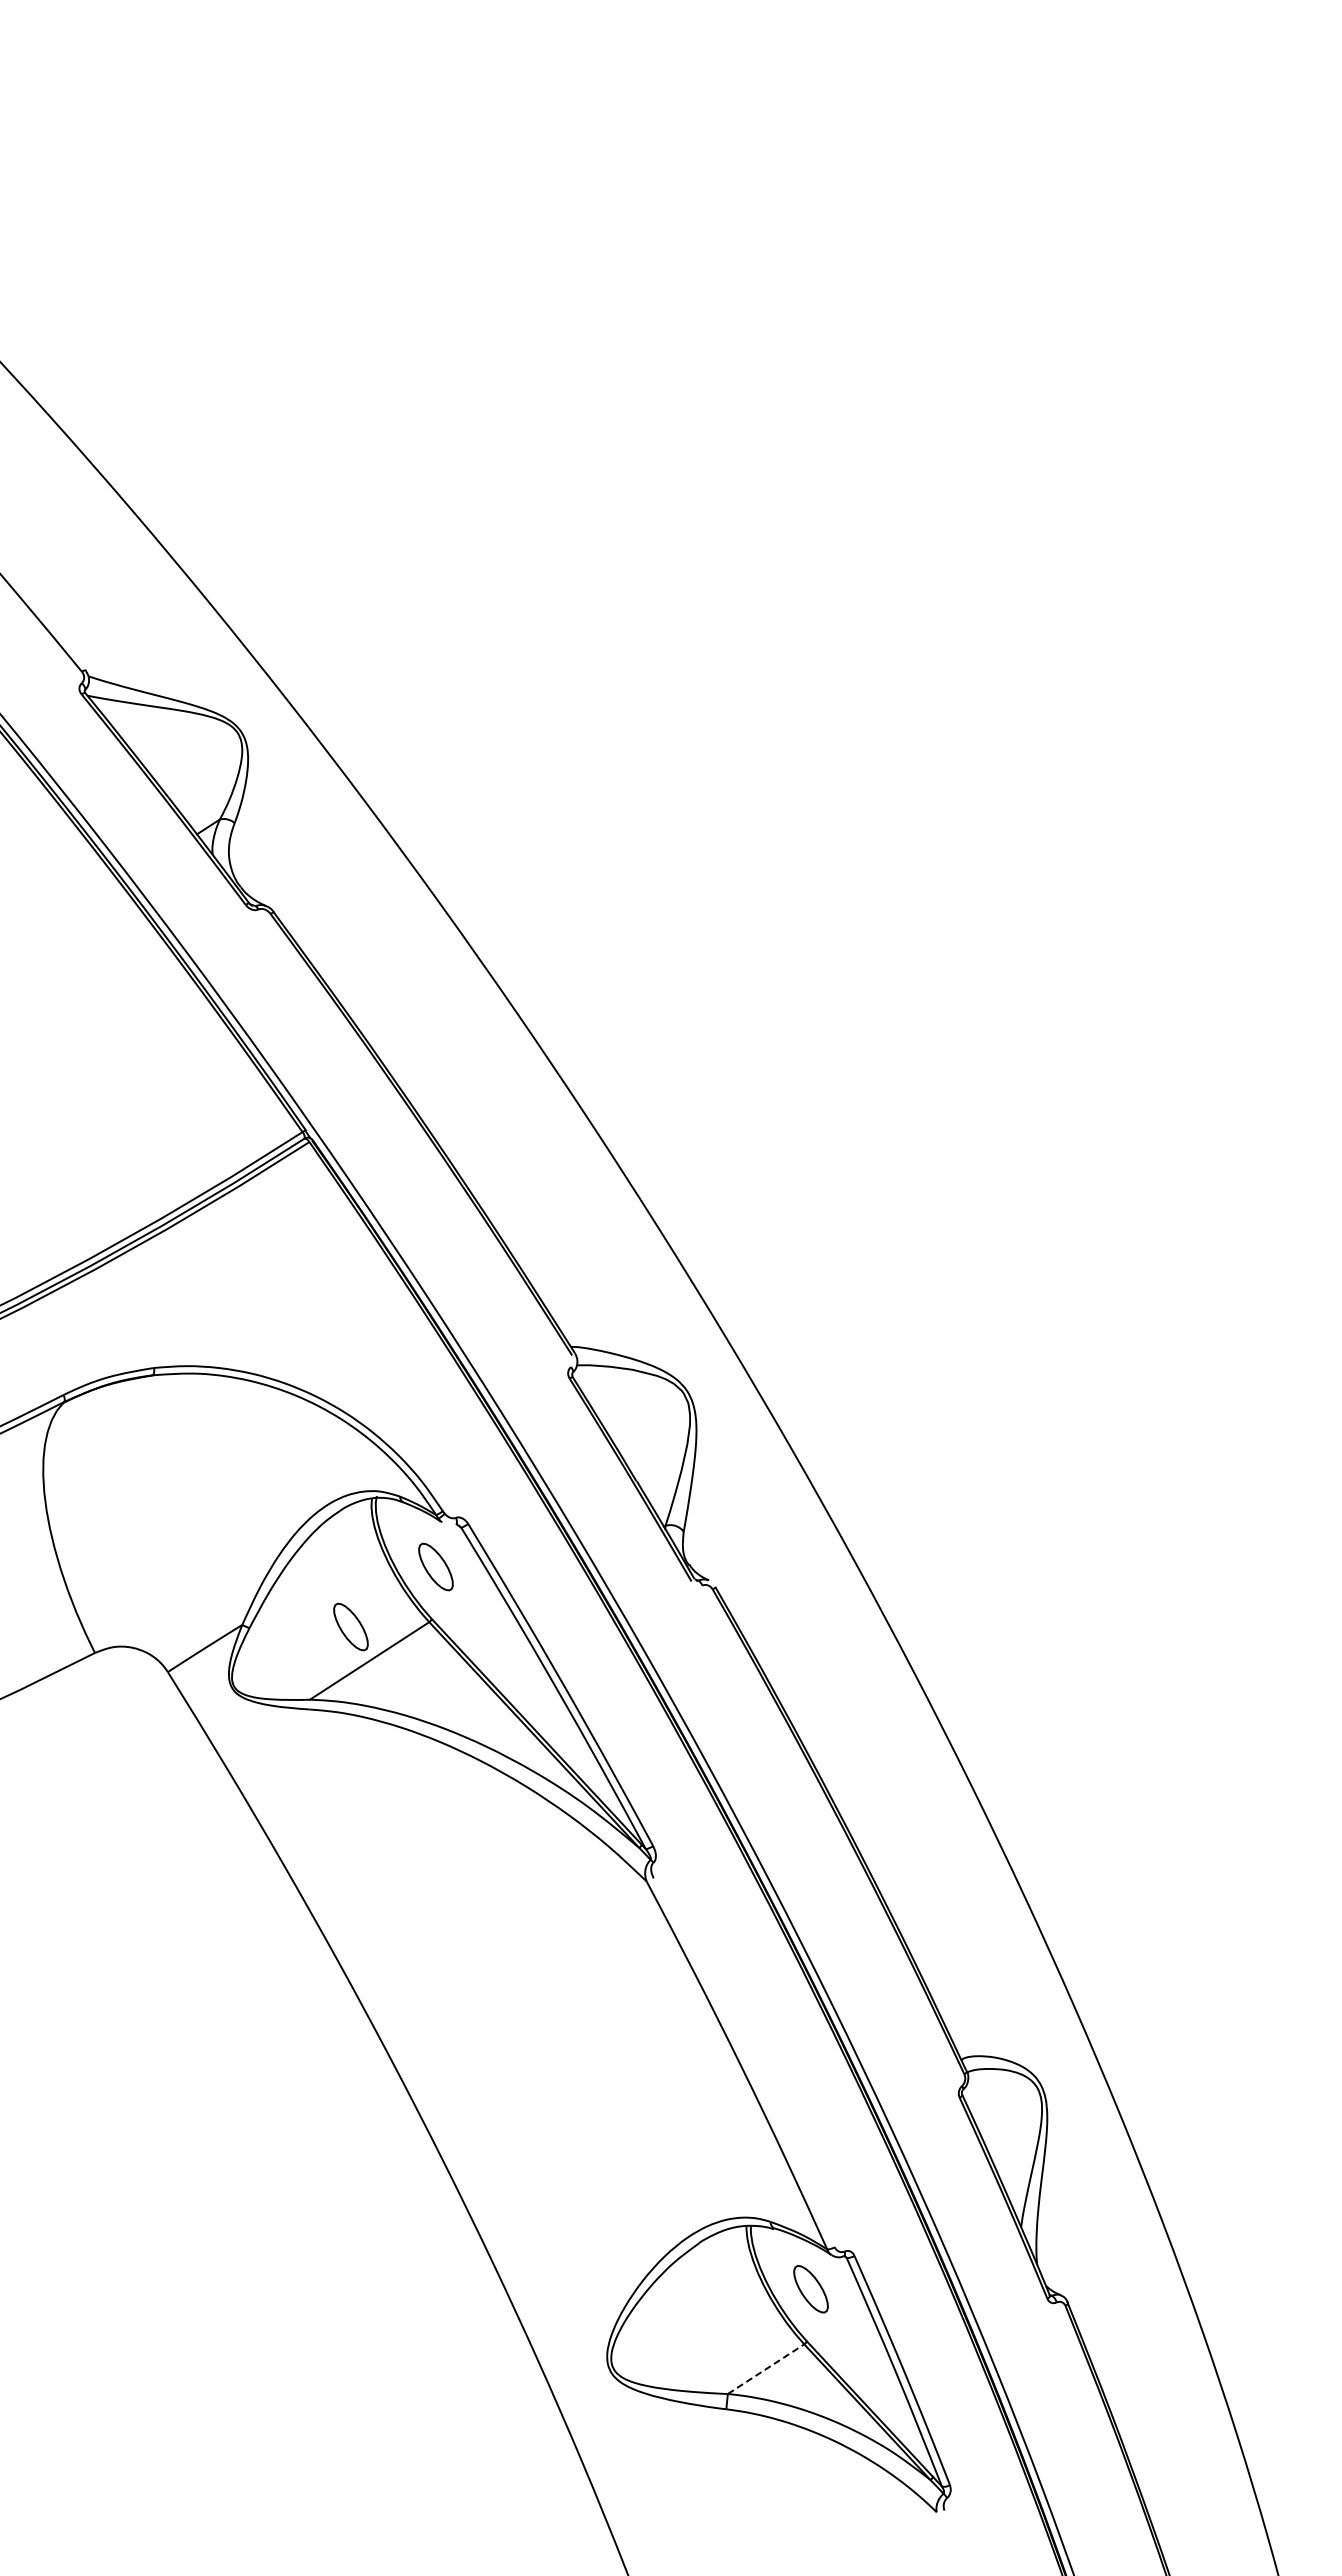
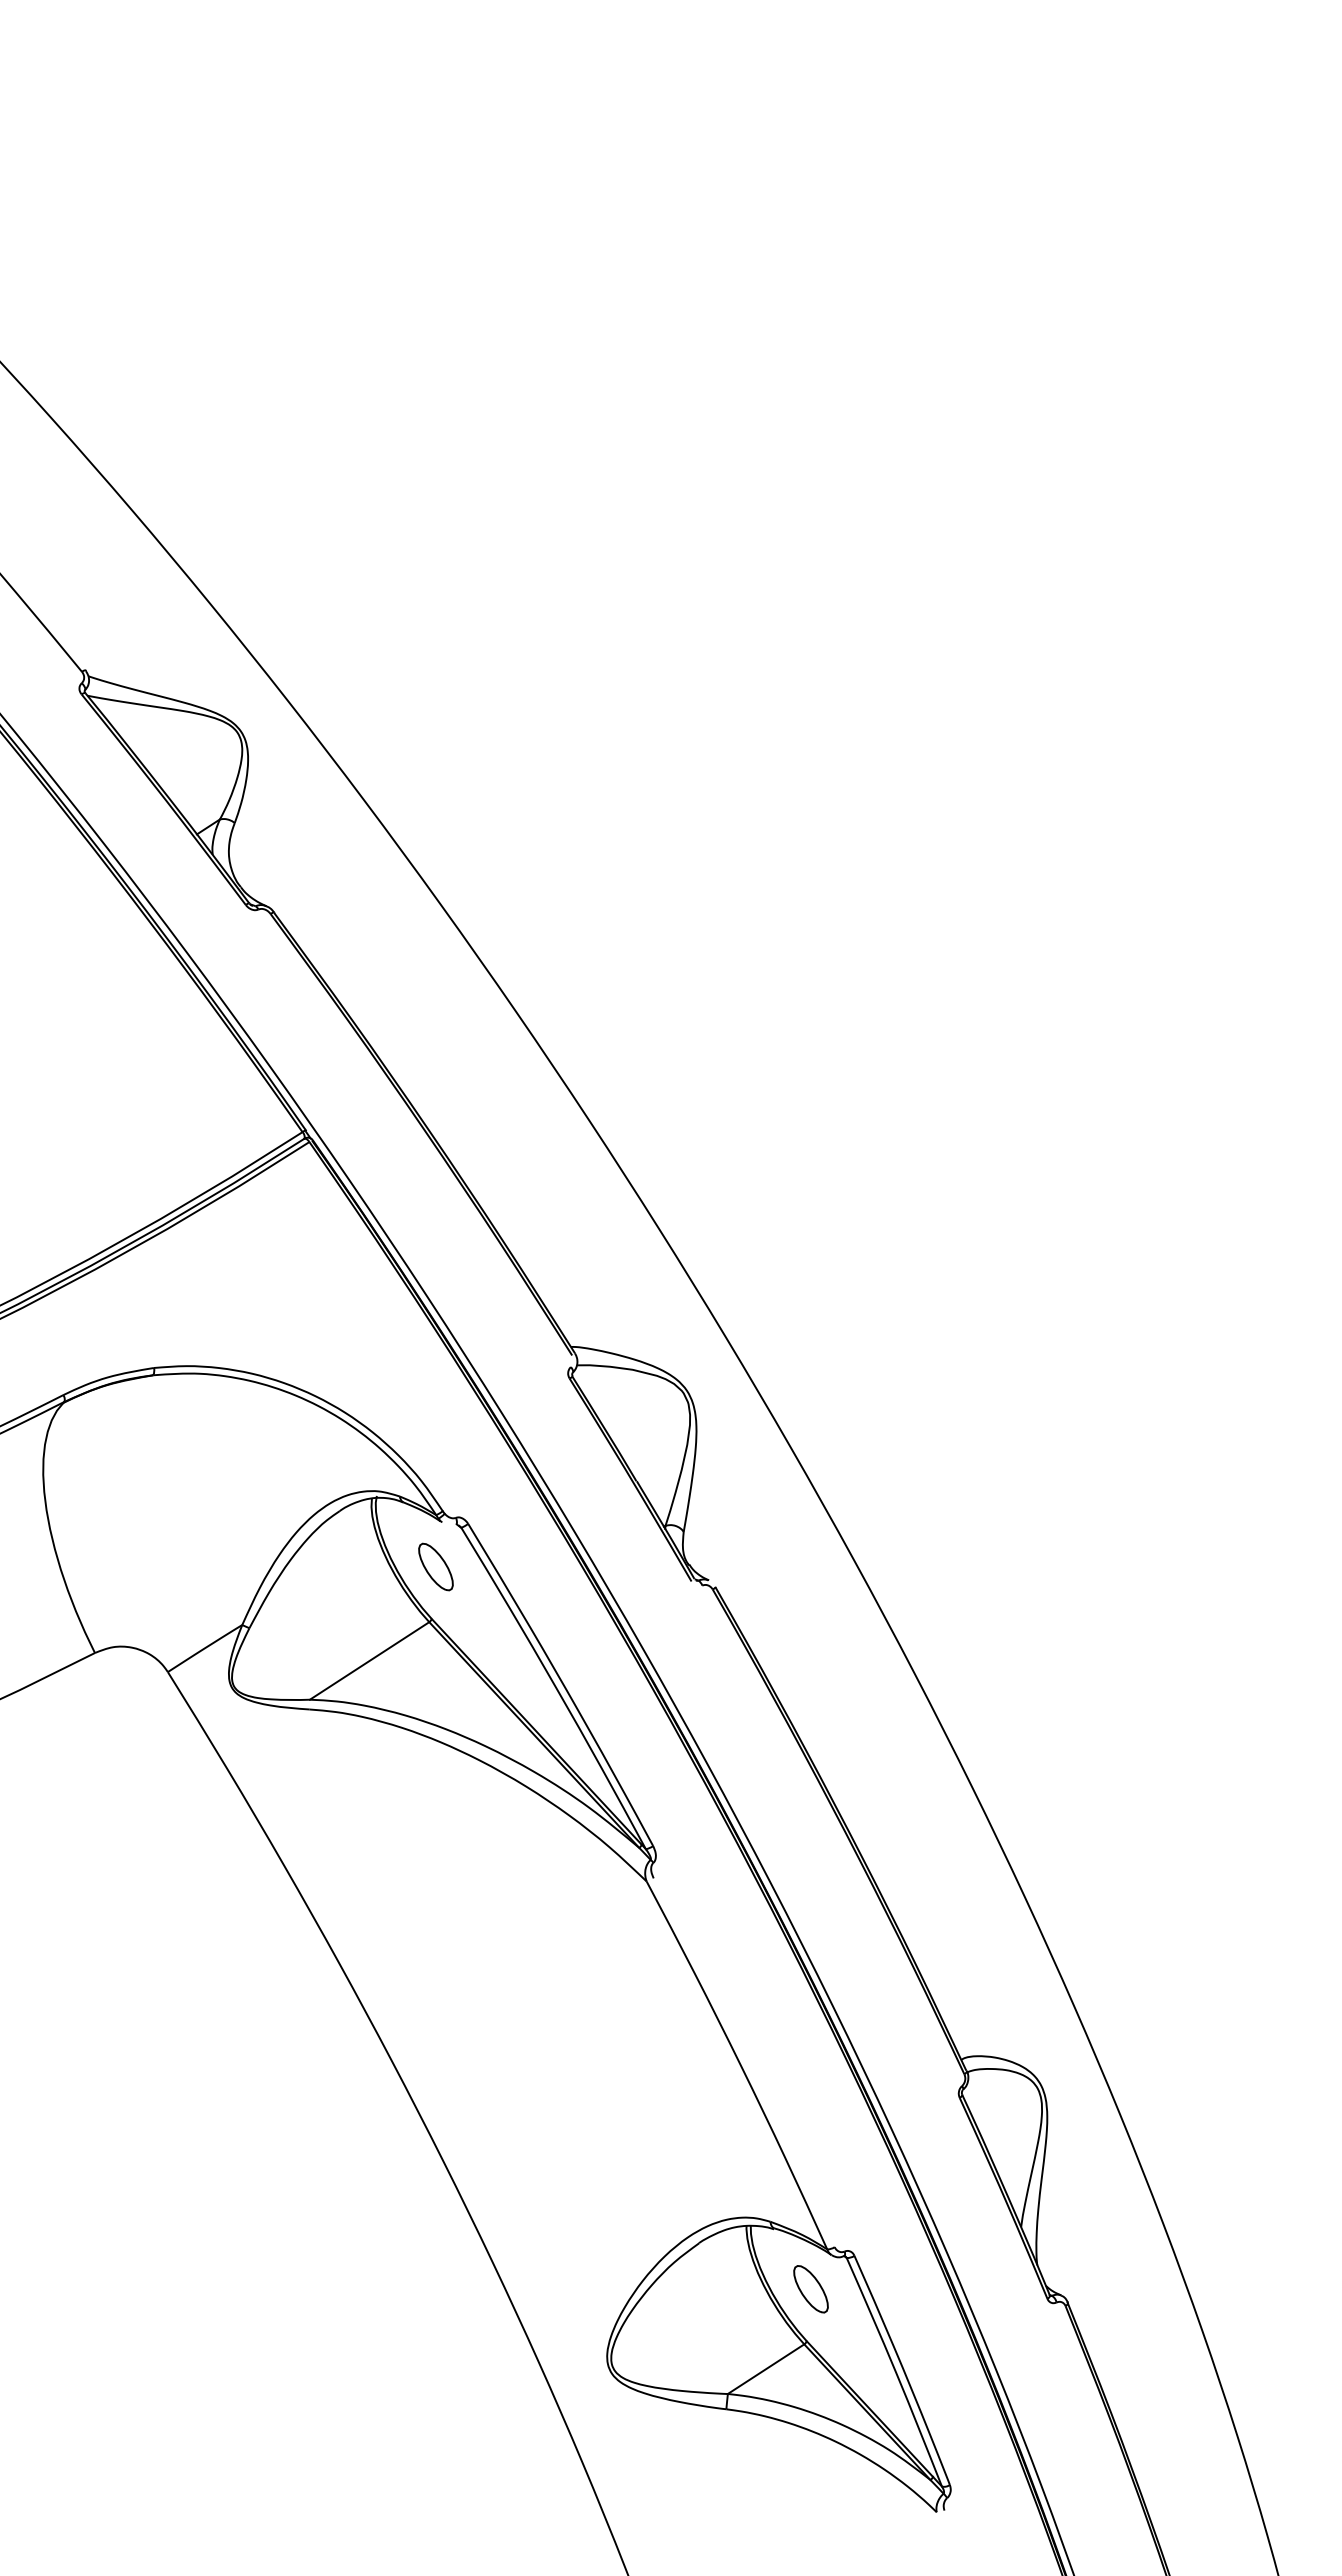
part at (350, 1626): present -> none
line at (766, 2369): dashed -> solid
